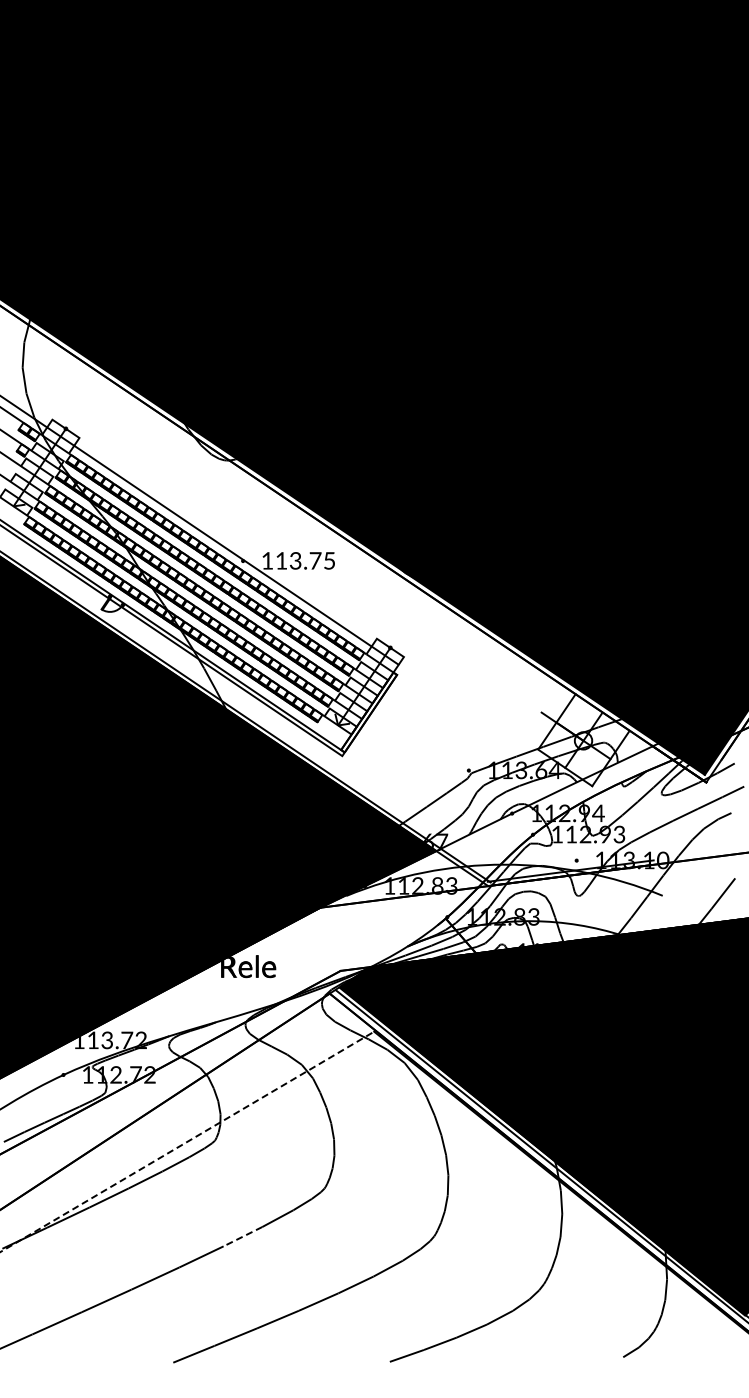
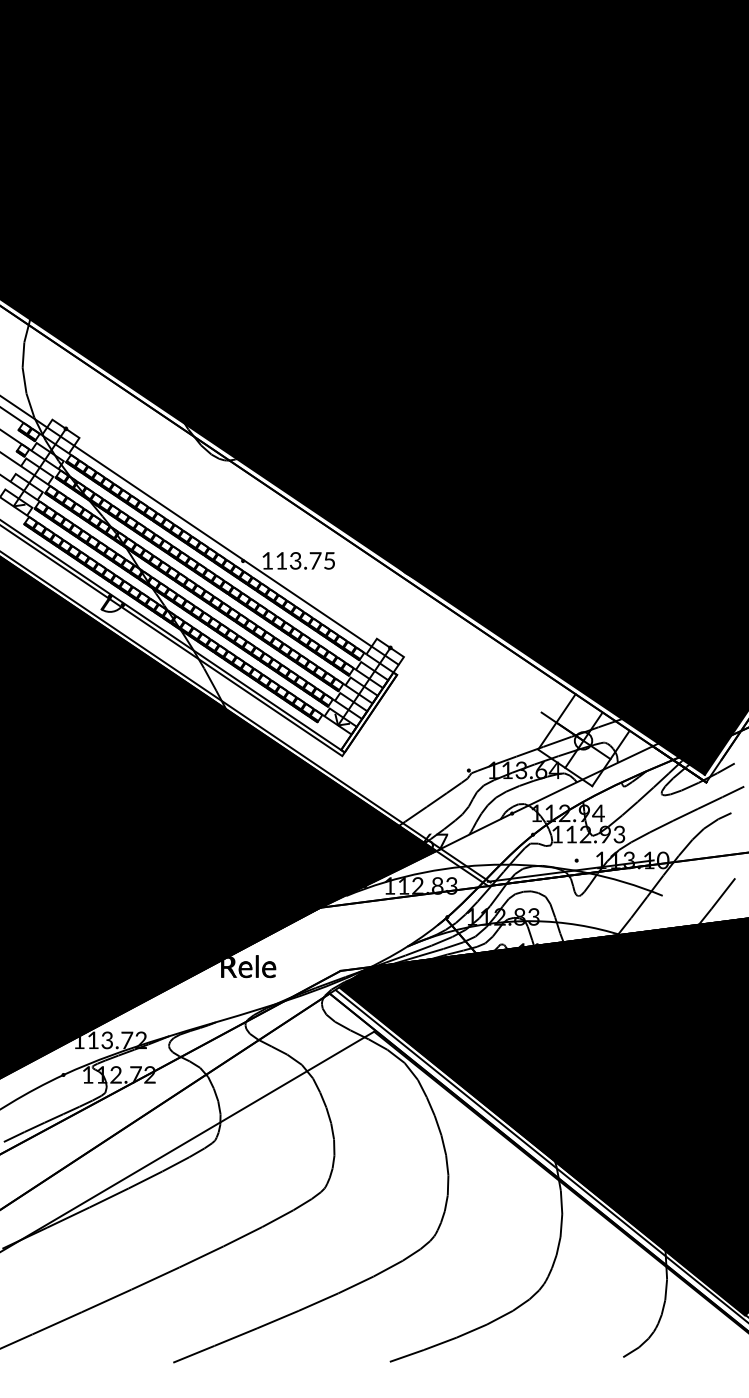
line at (187, 1141): dashed -> solid
line at (242, 1236): dashed -> solid
